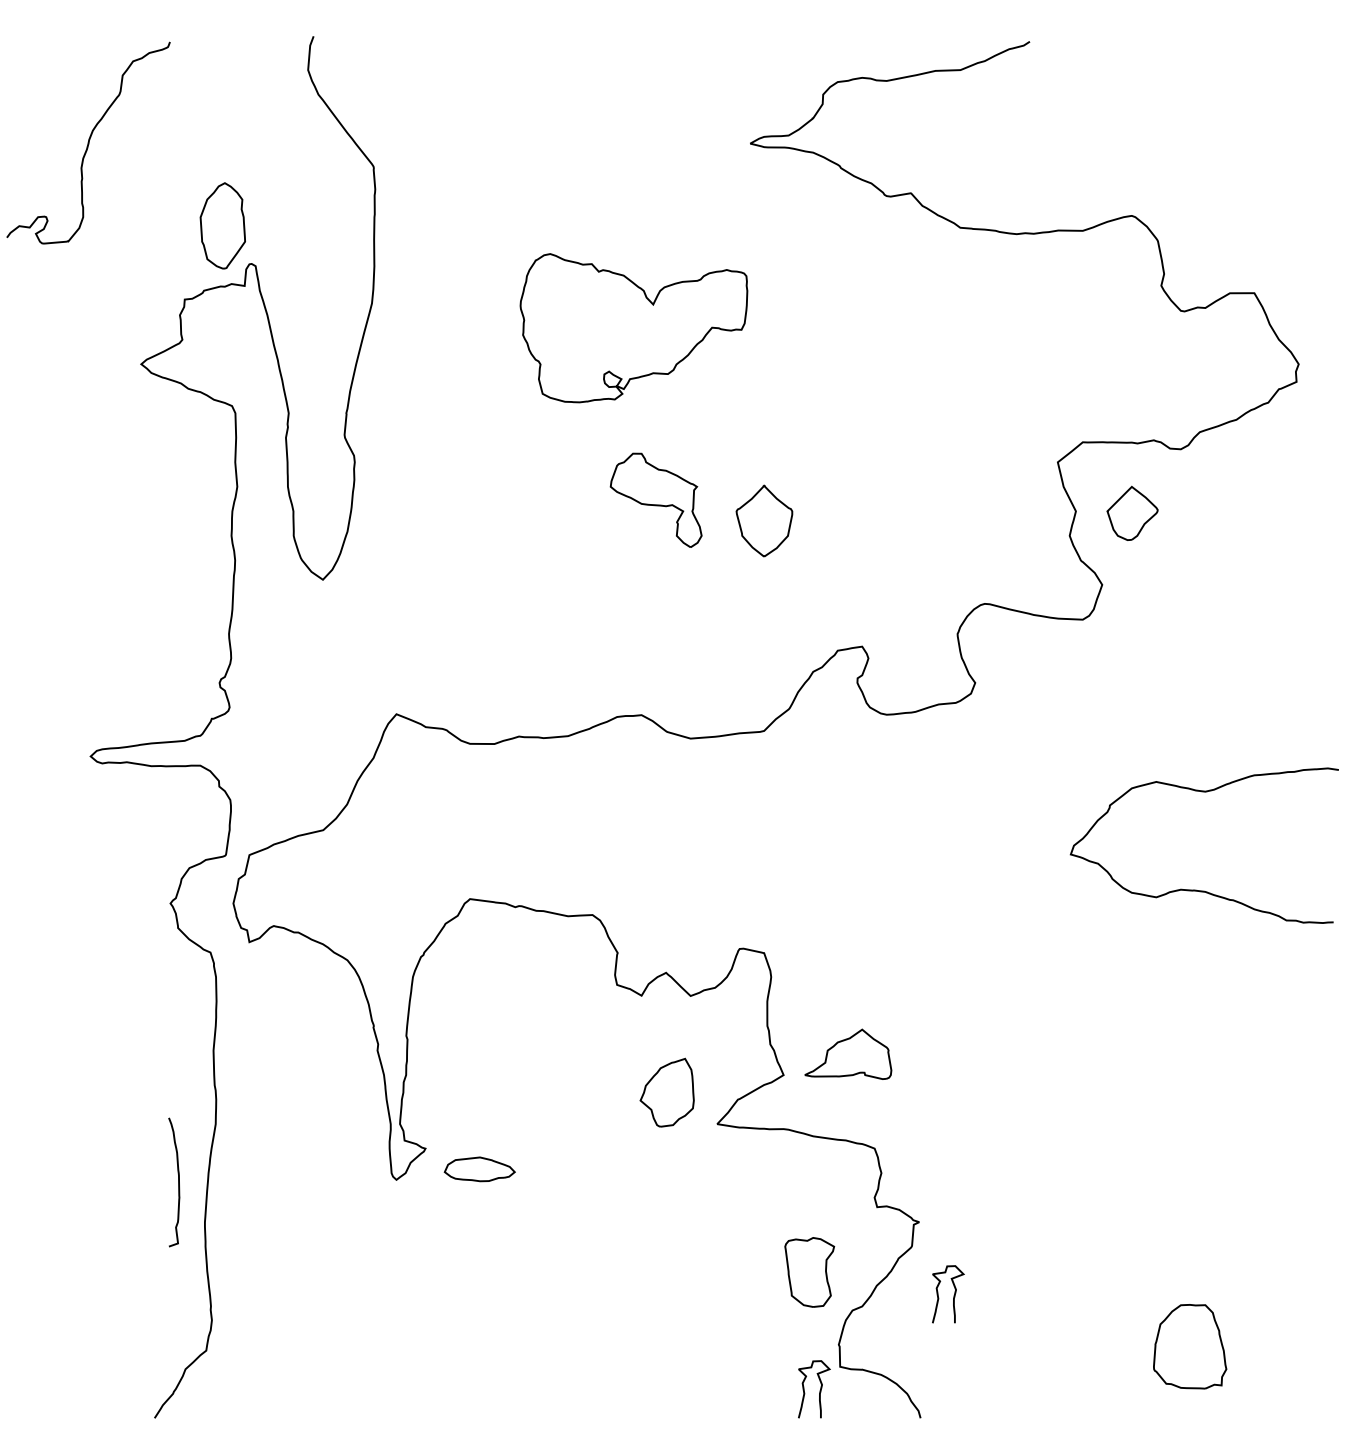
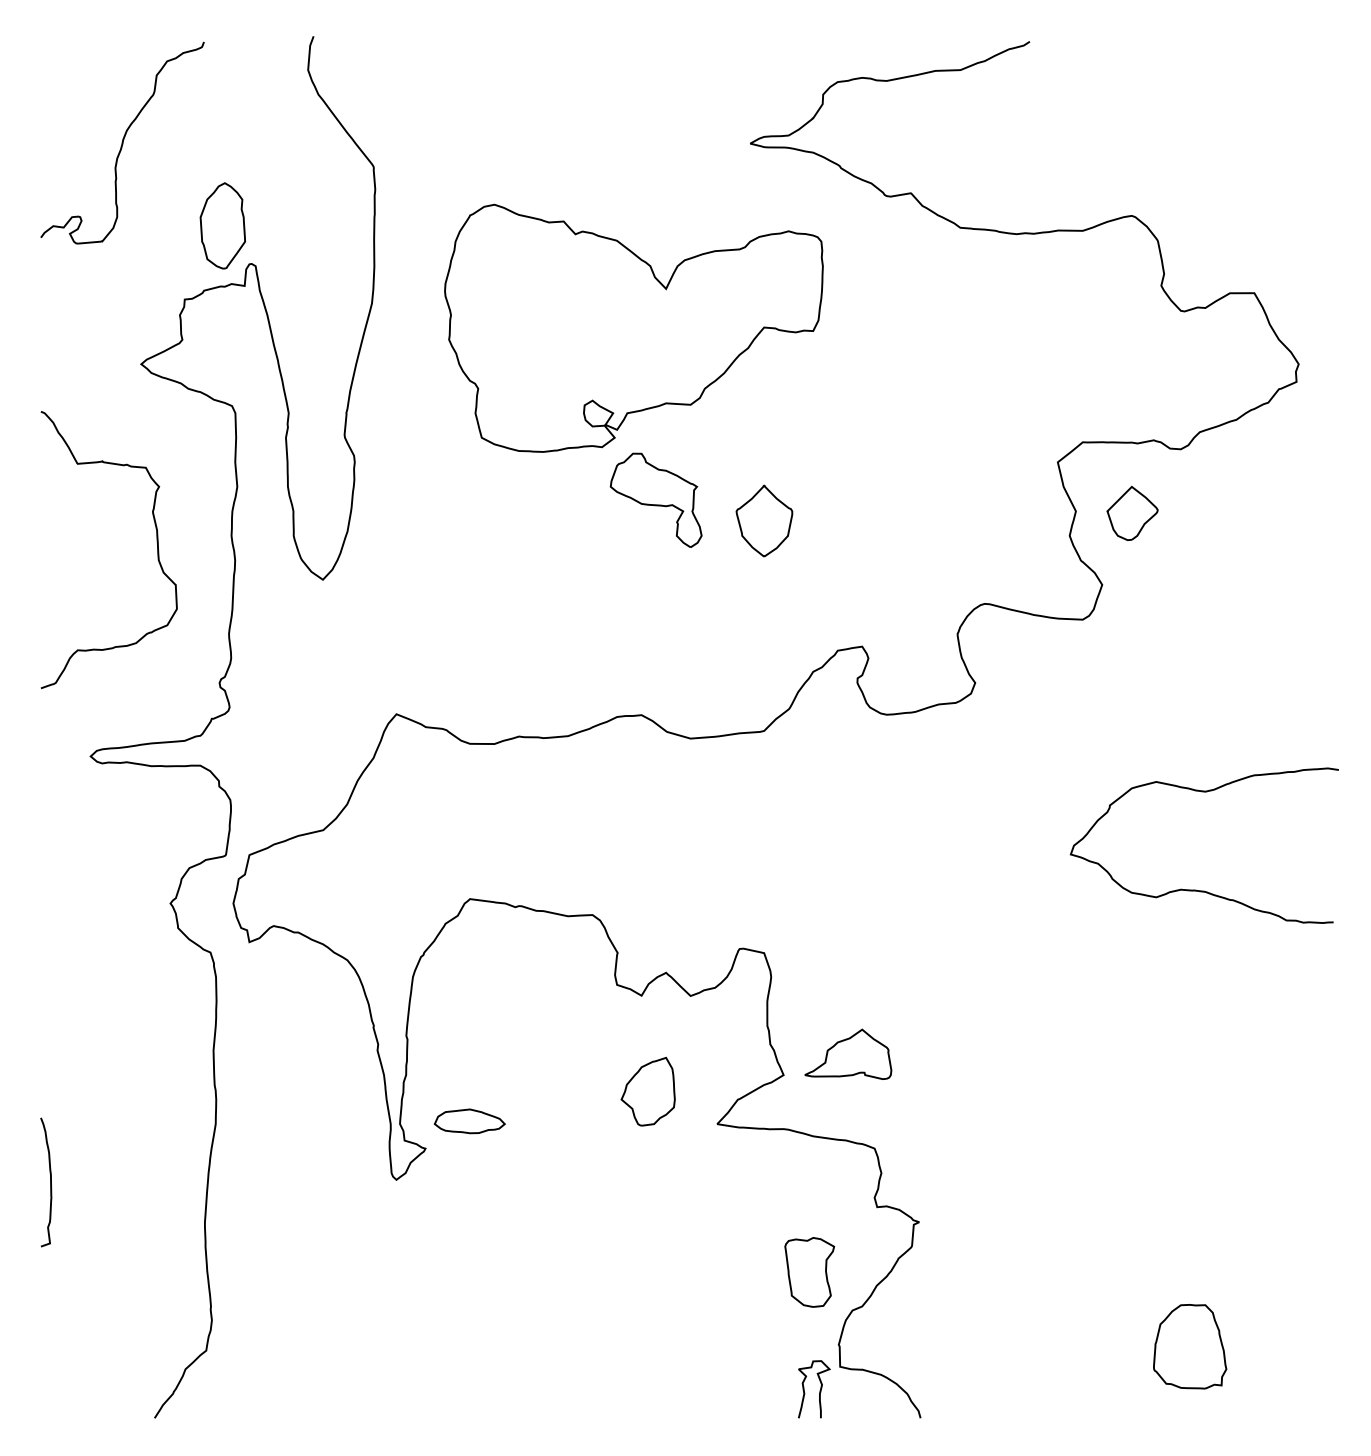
curve at (88, 142) position: (88, 142) -> (122, 142)
part at (633, 328) size: 230x151 px -> 380x250 px
curve at (156, 542): none -> present
part at (666, 1092) position: (666, 1092) -> (647, 1091)
part at (479, 1169) position: (479, 1169) -> (469, 1121)
curve at (178, 1182) position: (178, 1182) -> (50, 1182)
curve at (953, 1295): present -> none
